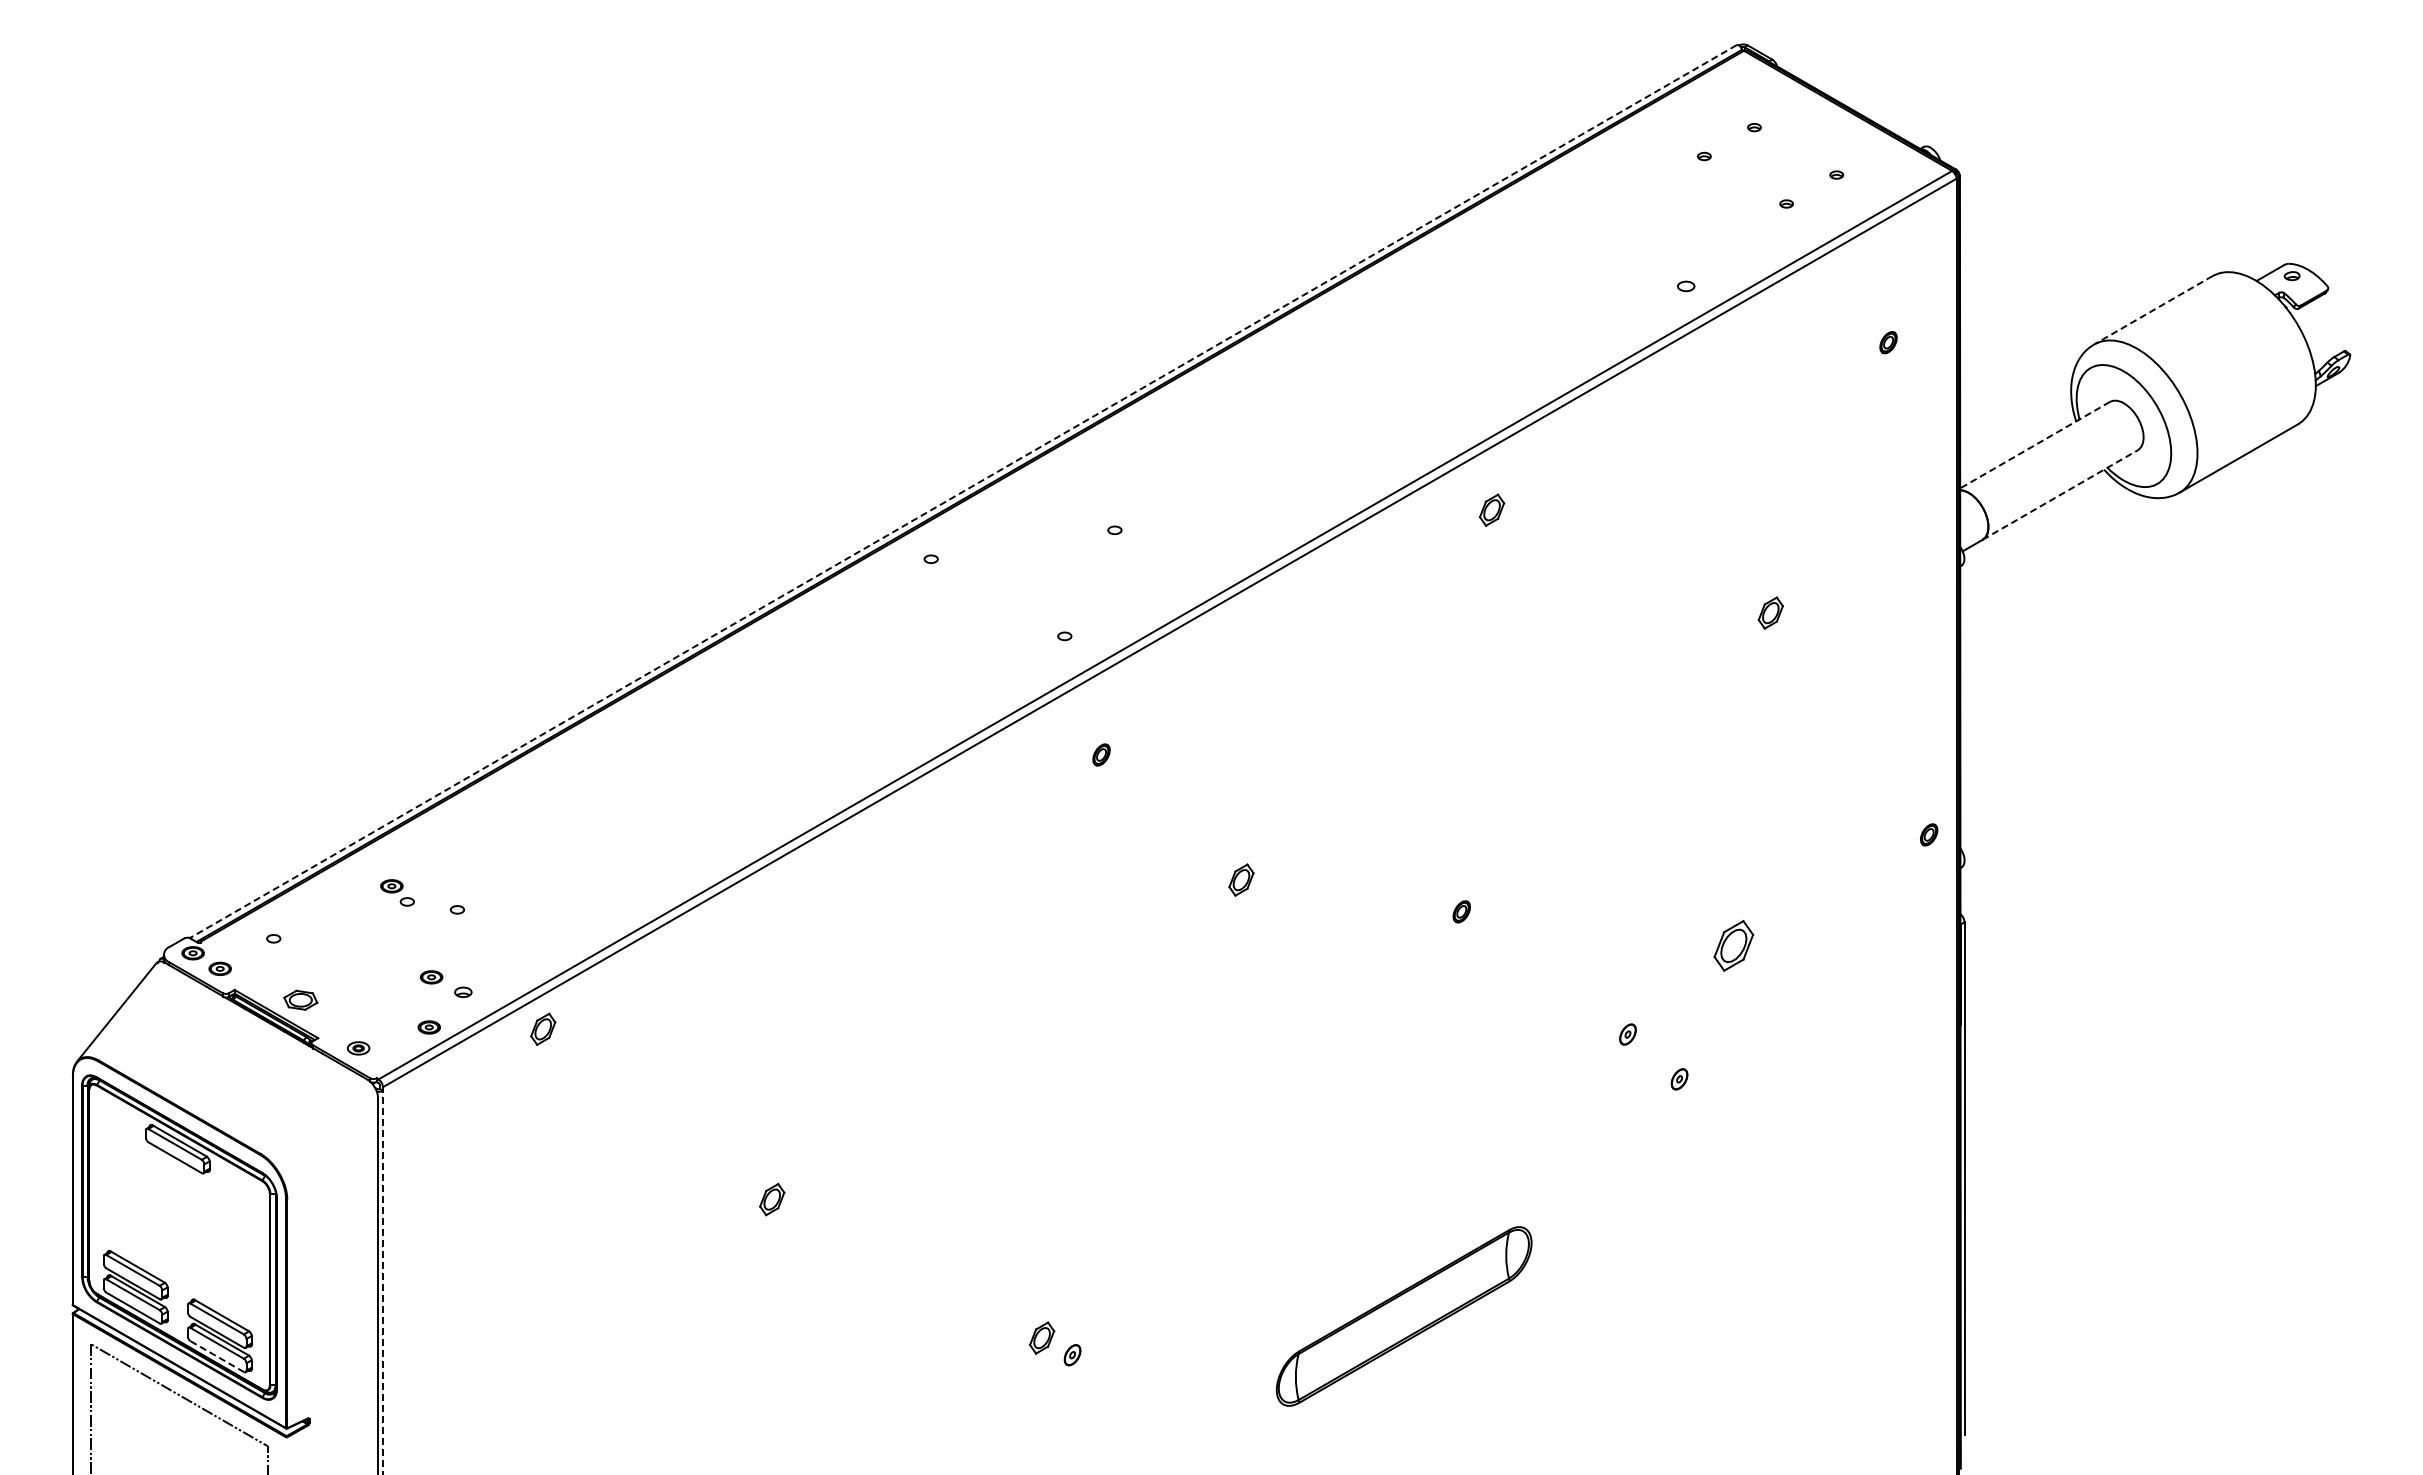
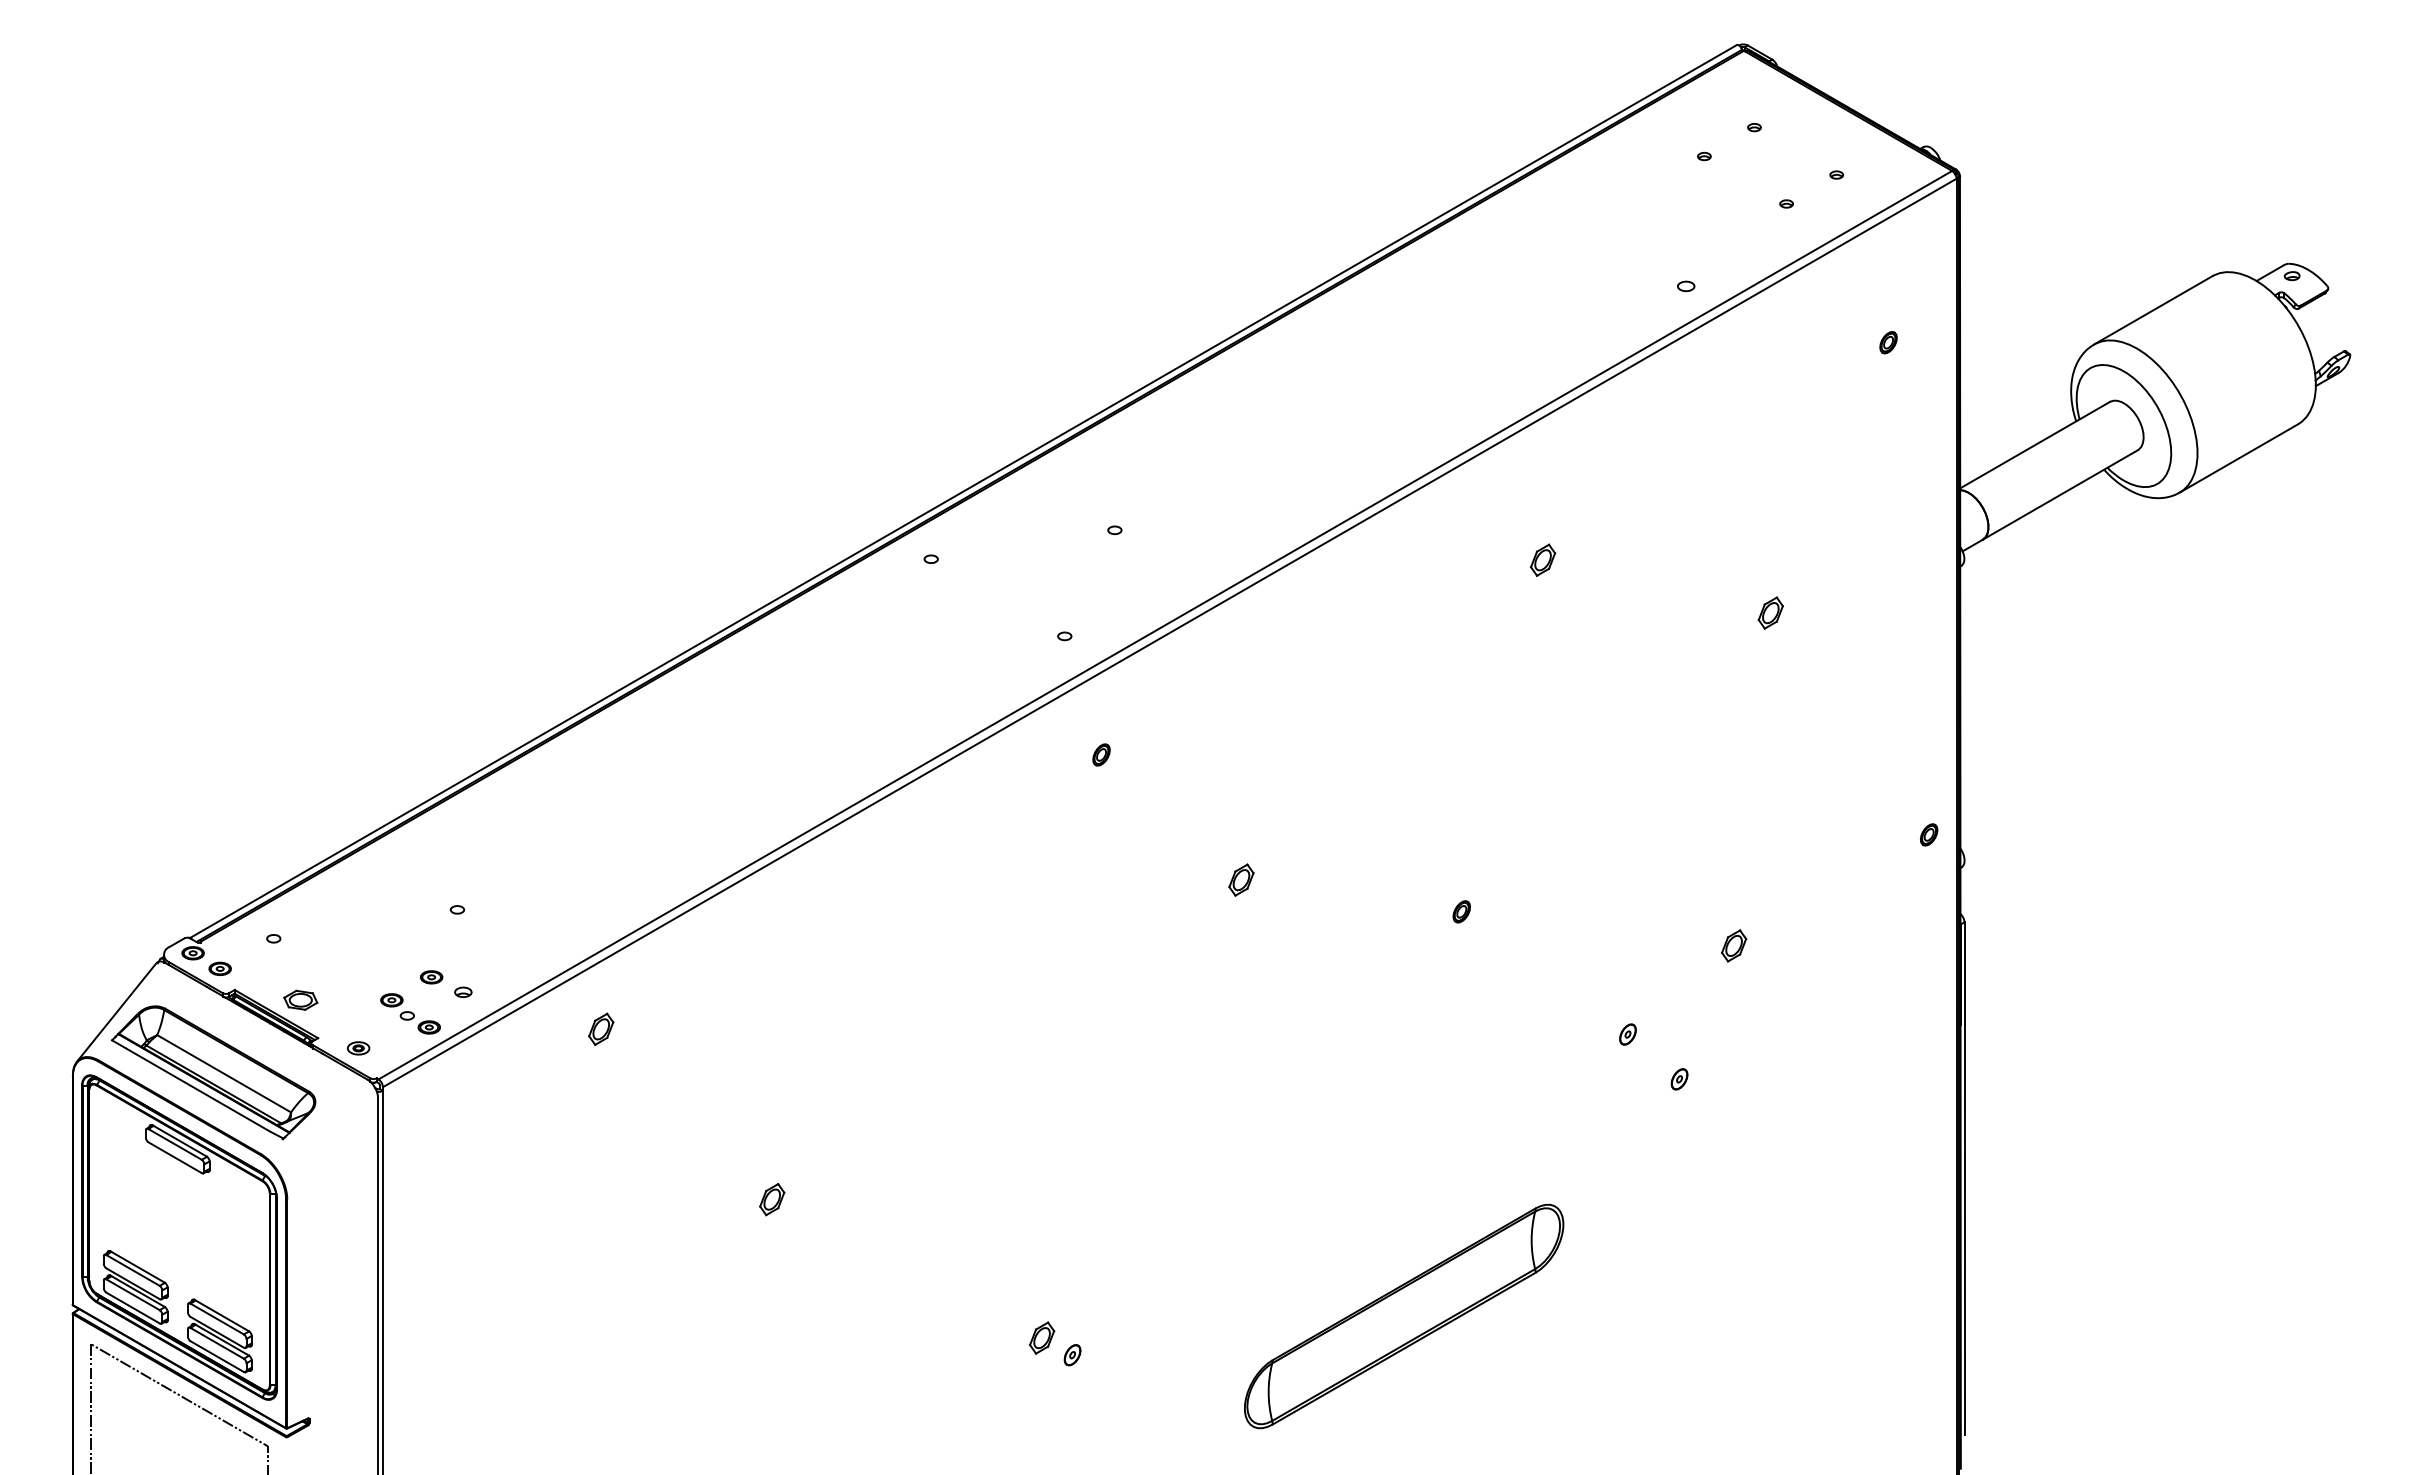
line at (2153, 310): dashed -> solid
line at (2034, 445): dashed -> solid
line at (962, 491): dashed -> solid
line at (2060, 495): dashed -> solid
part at (1491, 509) position: (1491, 509) -> (1542, 559)
part at (397, 892) position: (397, 892) -> (397, 1006)
part at (1733, 945) size: 42x52 px -> 27x34 px
part at (543, 1028) position: (543, 1028) -> (601, 1028)
part at (213, 1072): none -> present
line at (382, 1282): dashed -> solid
part at (1403, 1316) size: 258x181 px -> 321x227 px
line at (217, 1356): dashed -> solid
